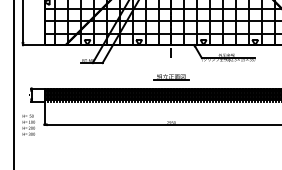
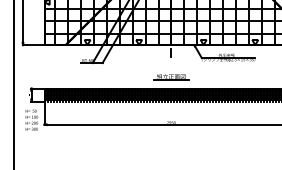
text at (28, 124) position: (28, 124) -> (31, 119)
